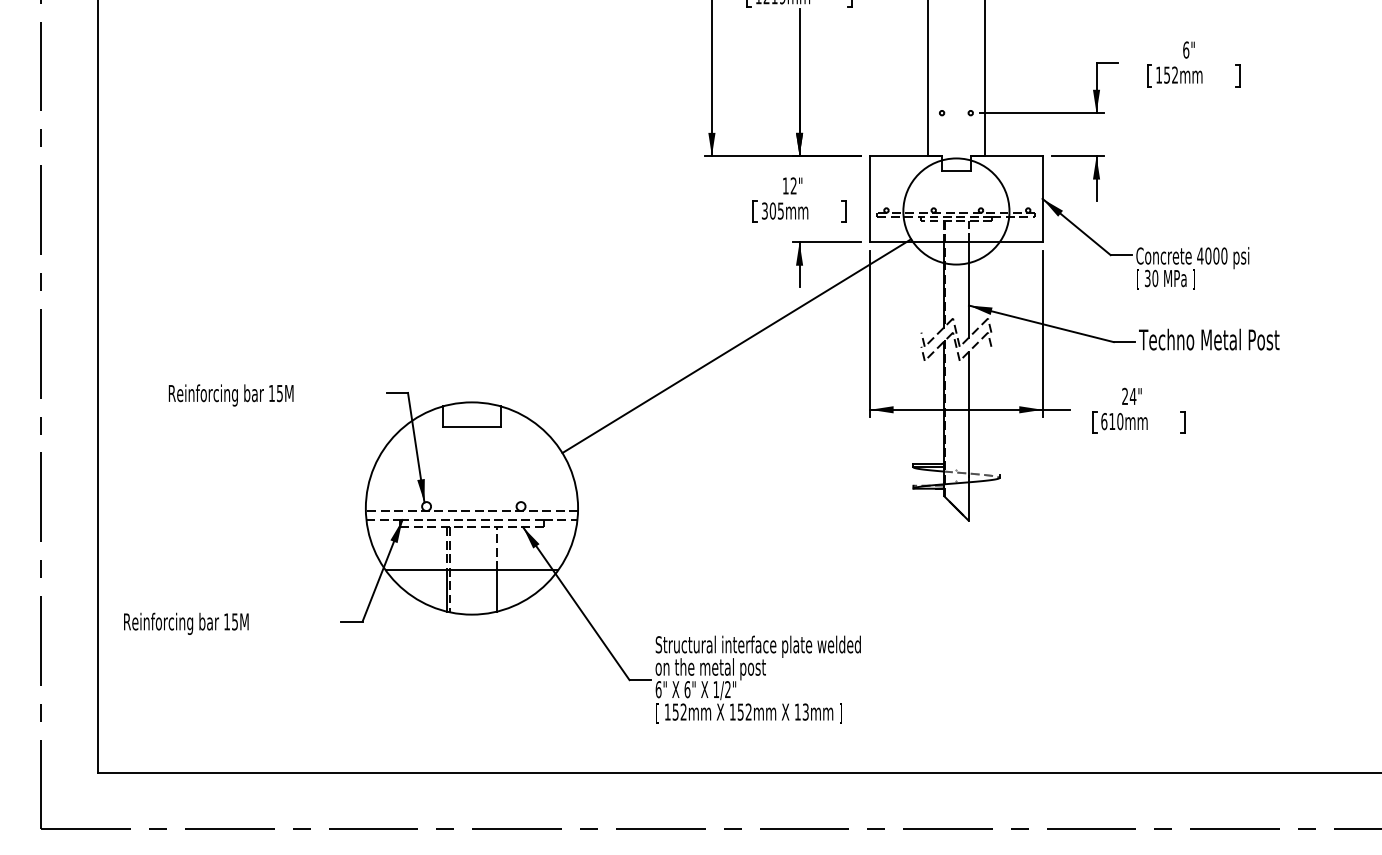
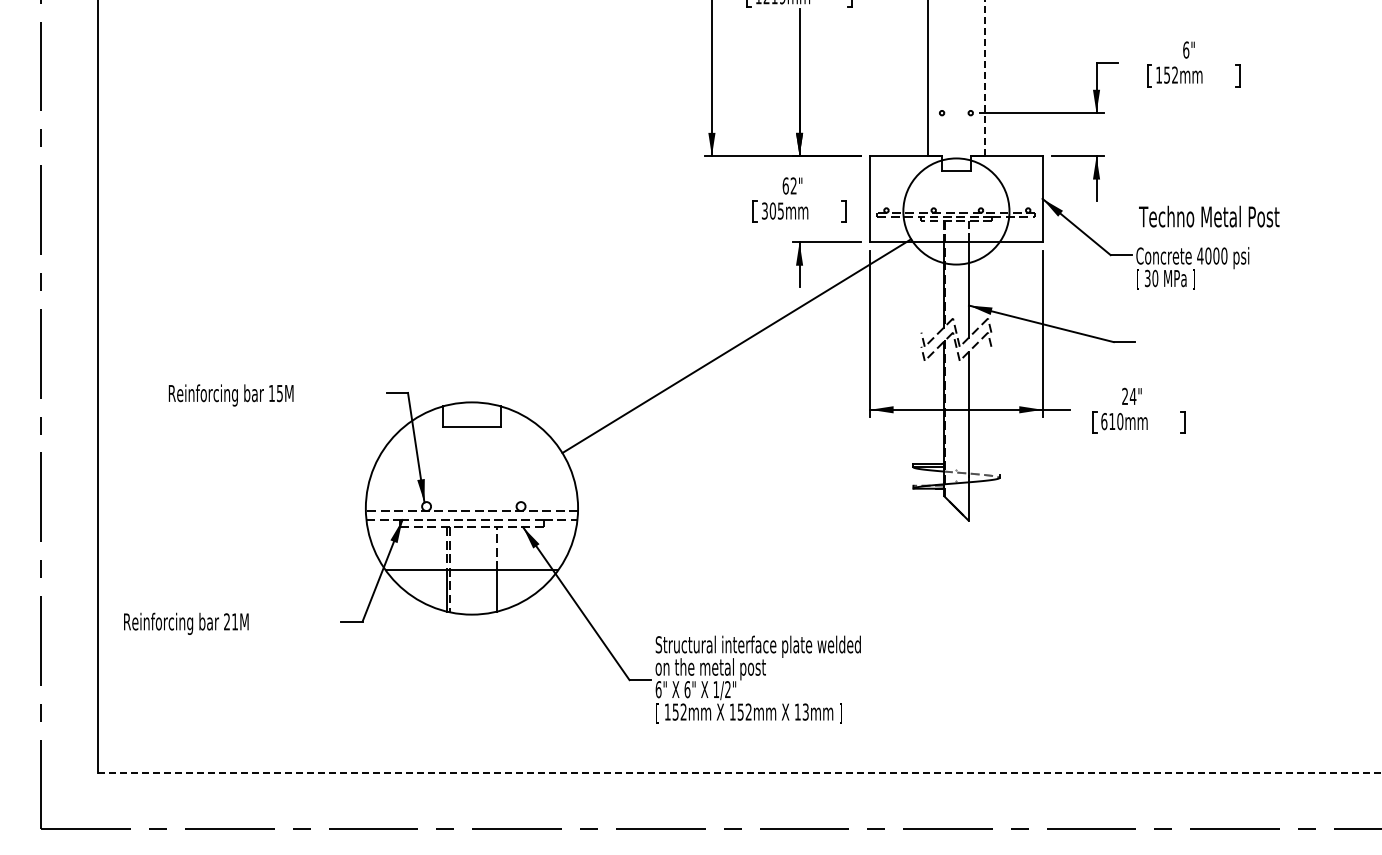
line at (985, 78): solid -> dashed
text at (785, 185): 12" -> 62"
text at (1209, 339) position: (1209, 339) -> (1209, 216)
text at (230, 621): 15M -> 21M
line at (739, 772): solid -> dashed
